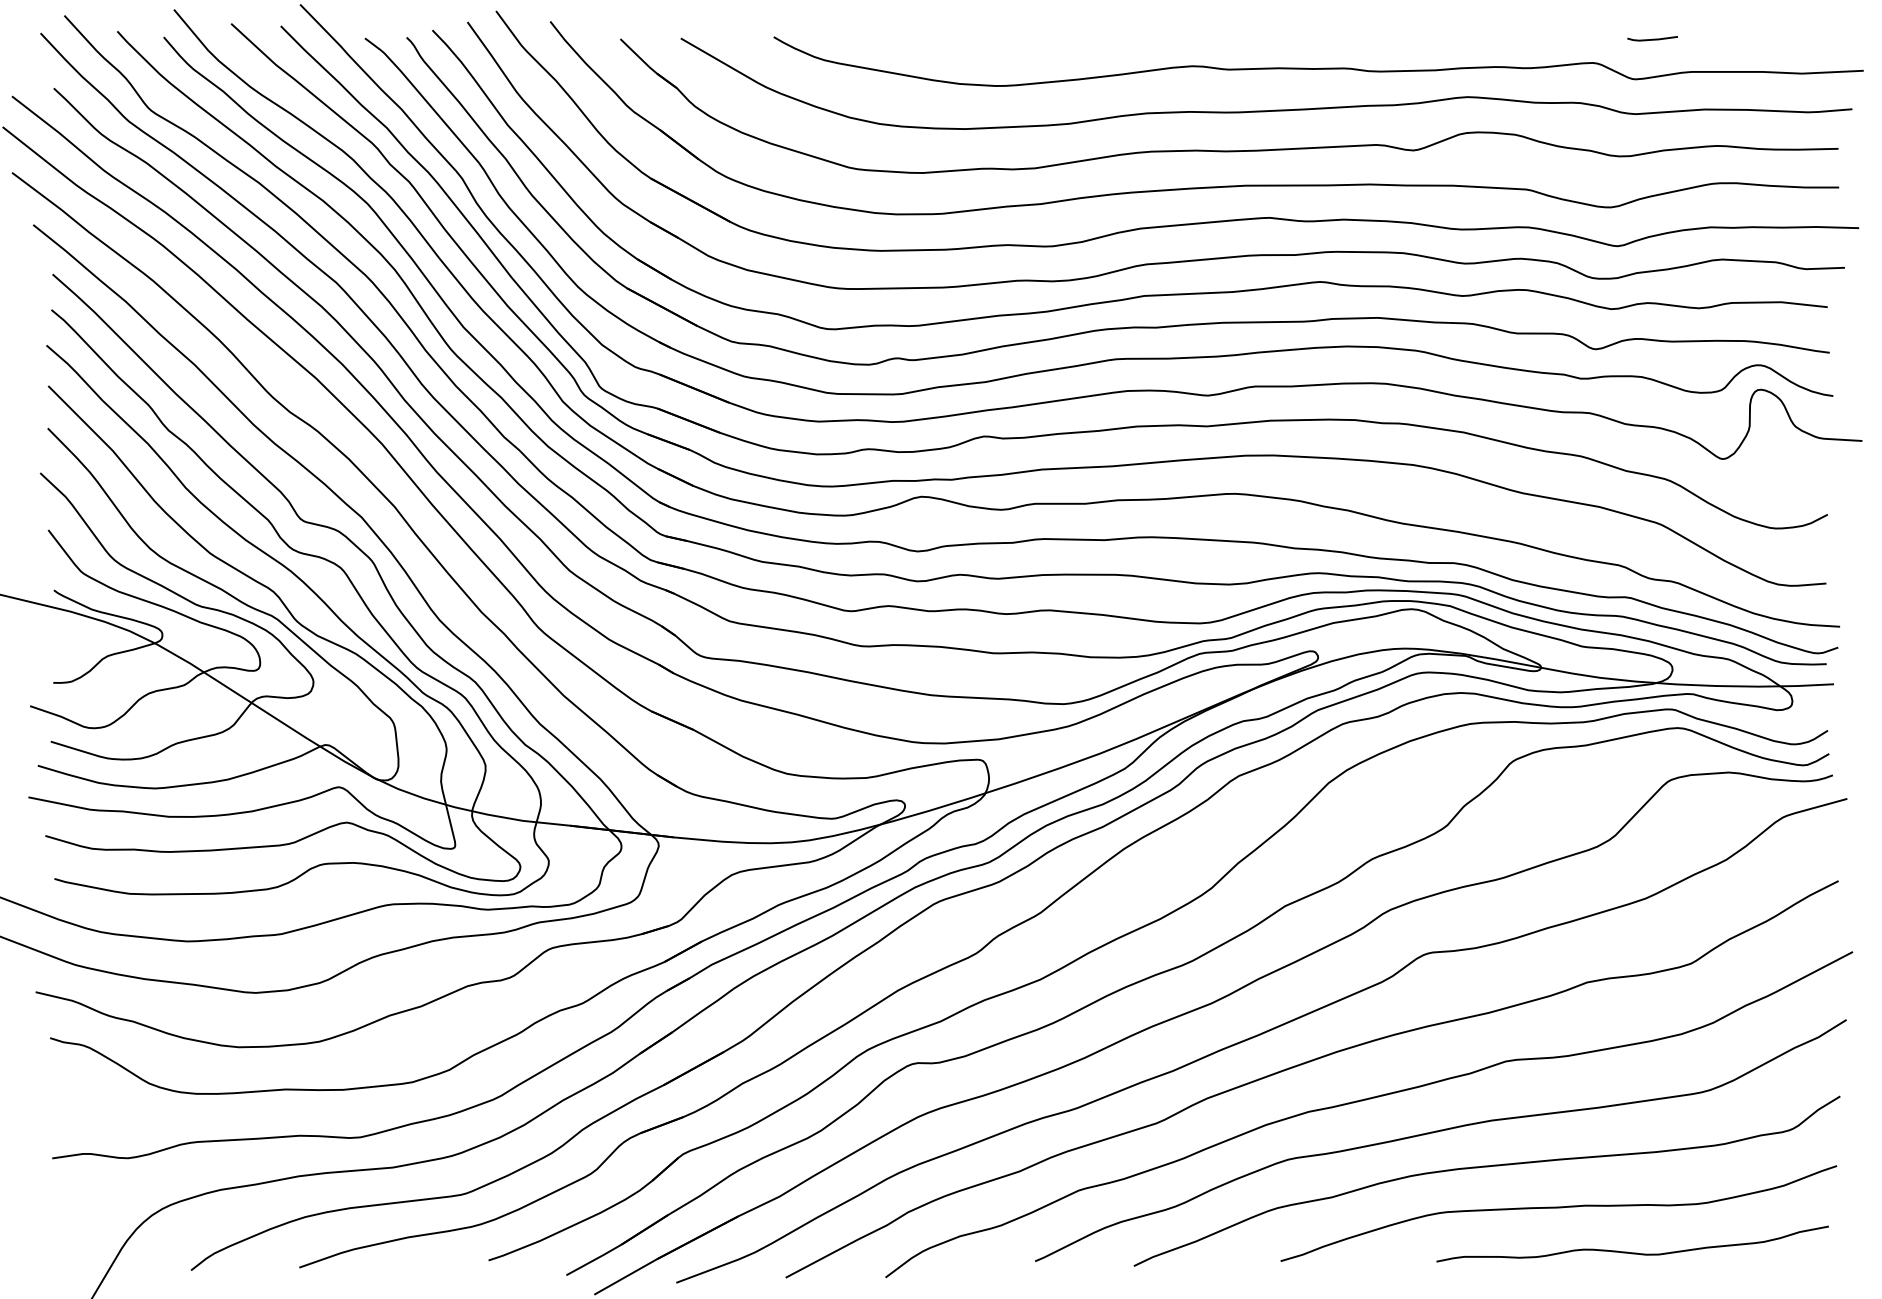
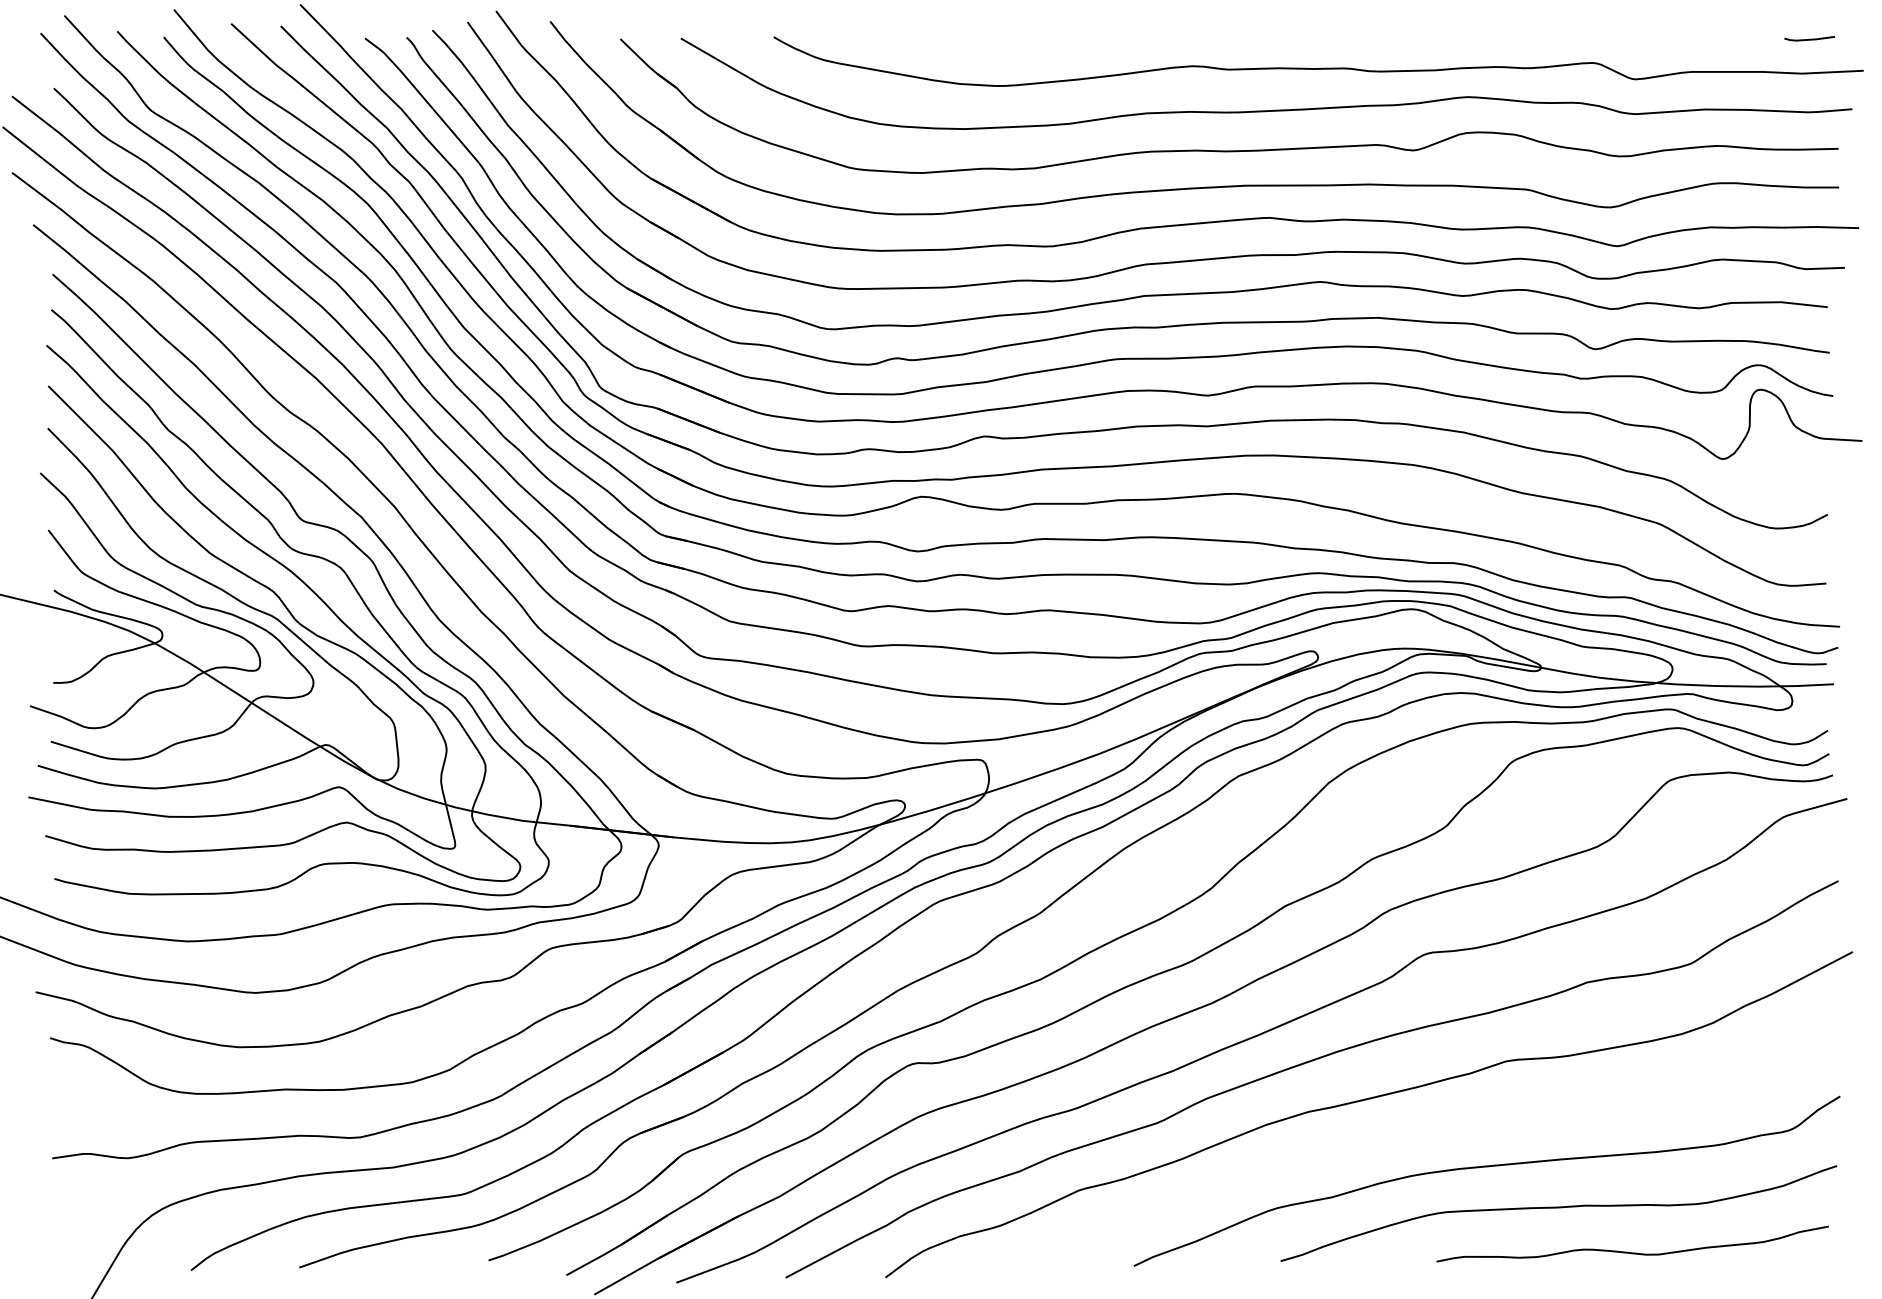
line at (1652, 38) position: (1652, 38) -> (1809, 38)
curve at (1438, 1132): present -> none
